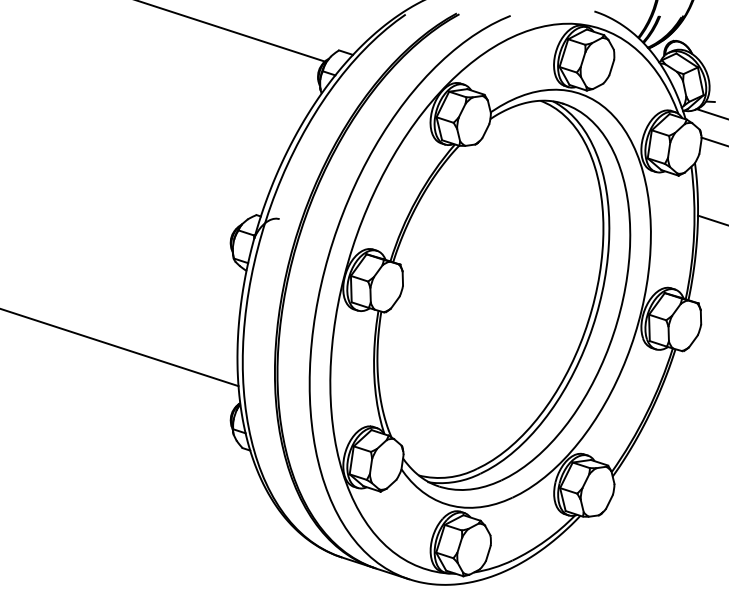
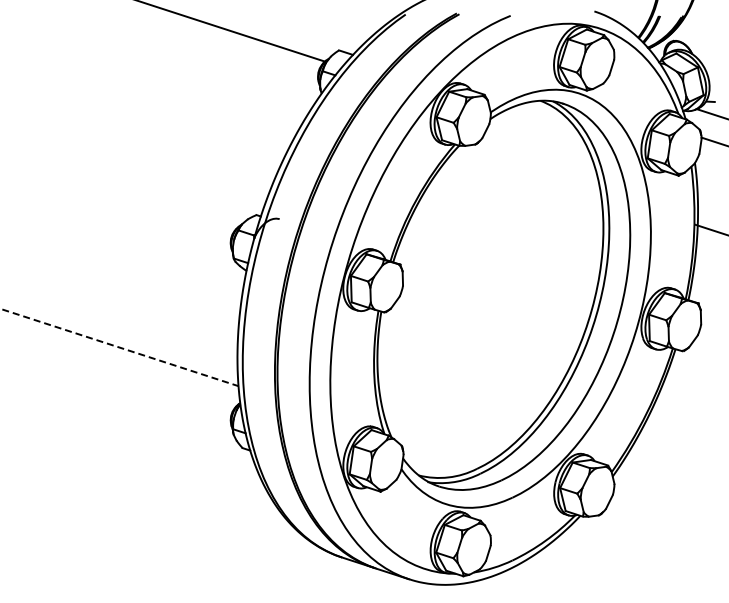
line at (711, 219) position: (711, 219) -> (709, 229)
line at (119, 347): solid -> dashed
